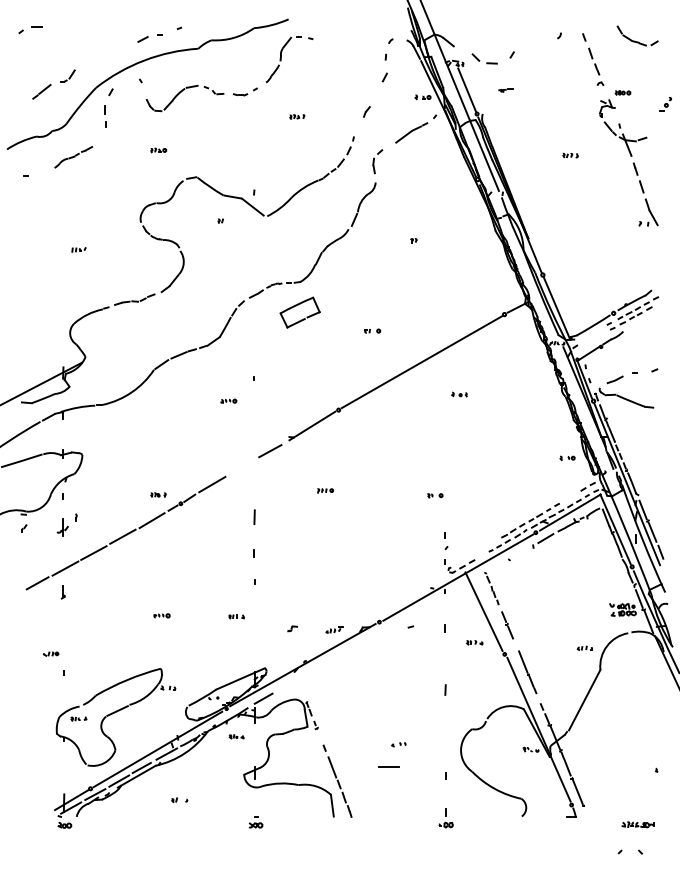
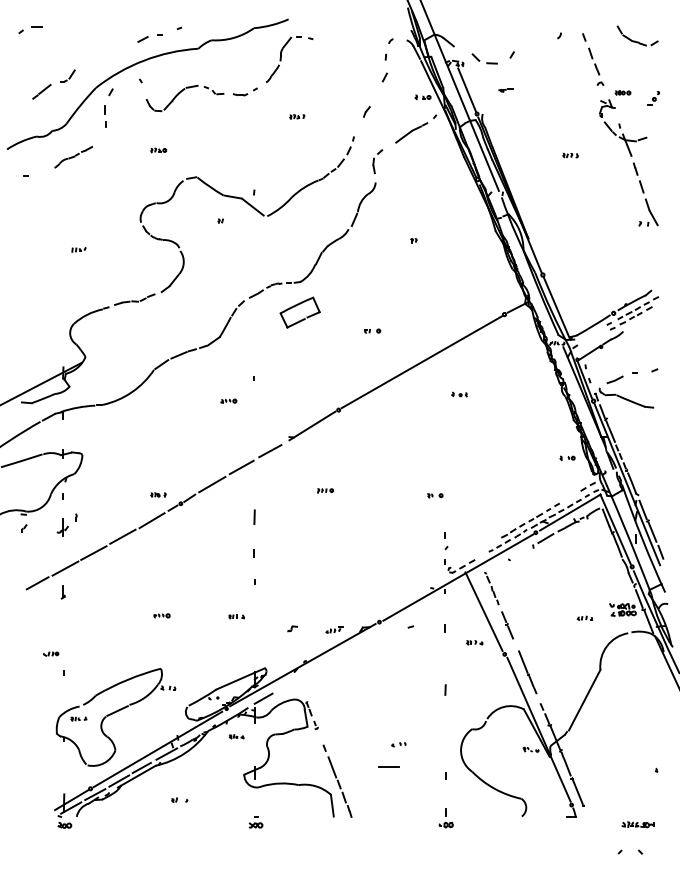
part at (665, 104) position: (665, 104) -> (653, 98)
line at (241, 467): none -> present
part at (584, 647) position: (584, 647) -> (584, 617)
